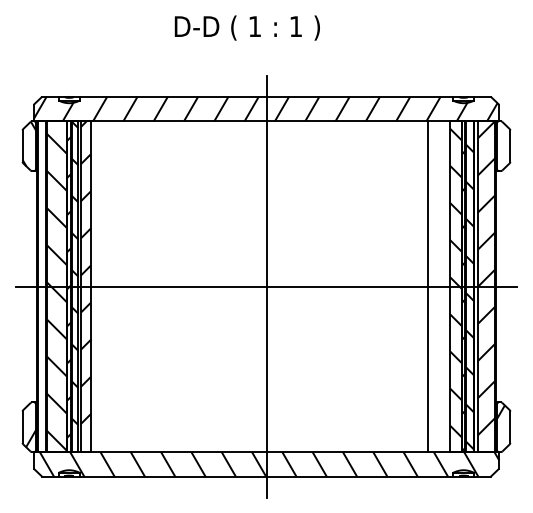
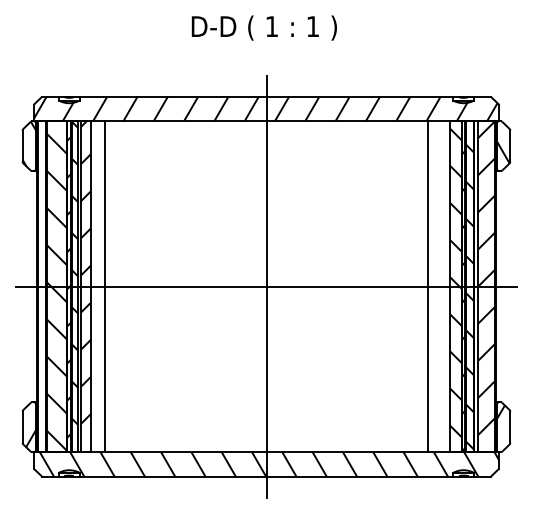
text at (246, 27) position: (246, 27) -> (263, 27)
hatch at (503, 152): none -> present
line at (105, 286): none -> present
